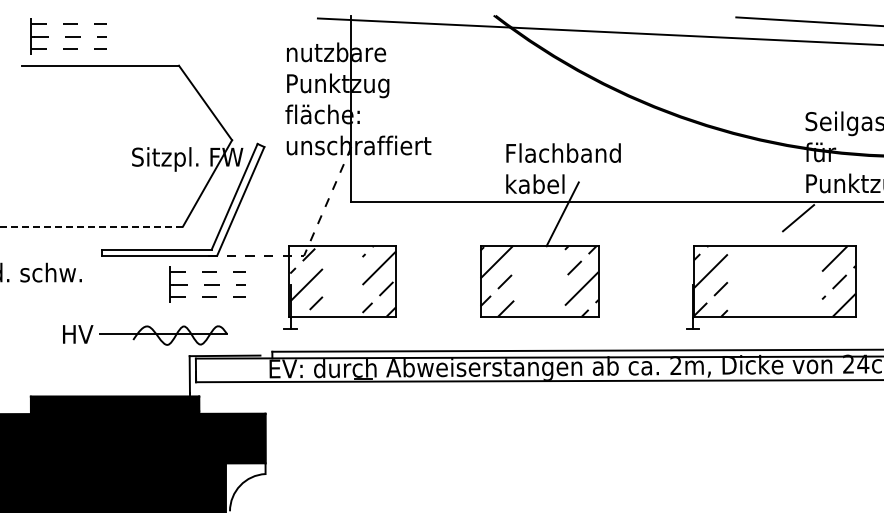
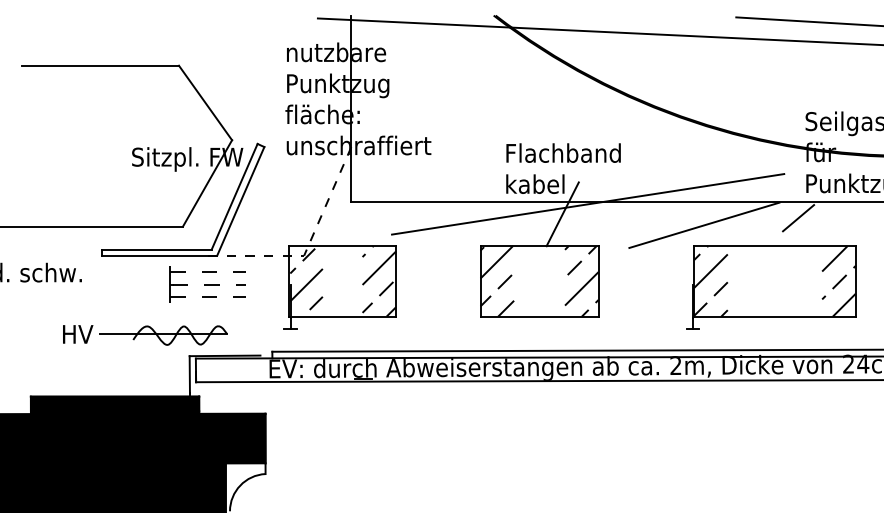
part at (68, 36): present -> none
line at (588, 204): none -> present
line at (704, 224): none -> present
line at (91, 226): dashed -> solid
